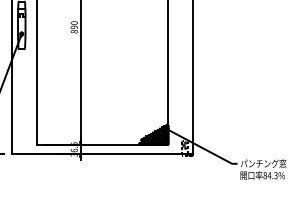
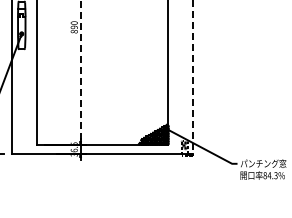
line at (80, 71): solid -> dashed
line at (193, 77): solid -> dashed
